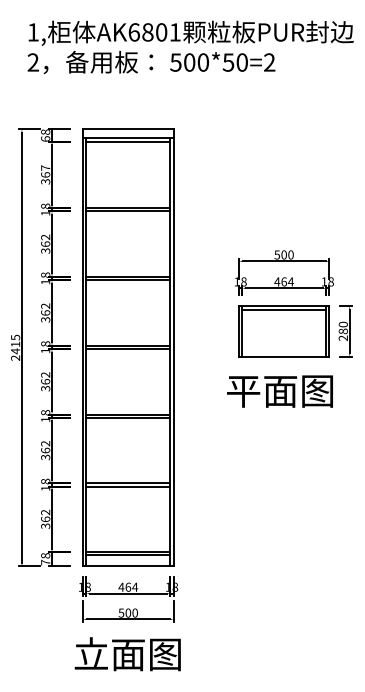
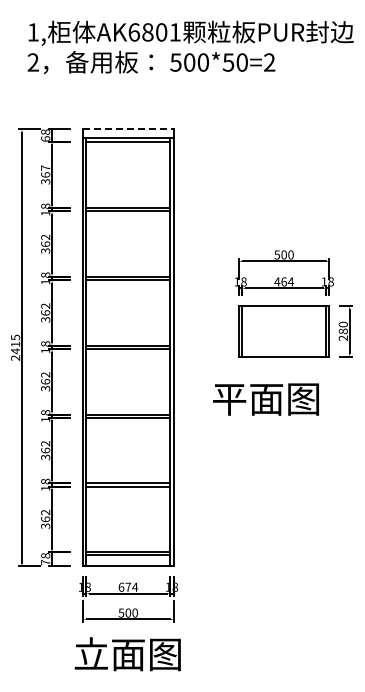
line at (128, 129): solid -> dashed
line at (284, 309): present -> none
text at (279, 391) position: (279, 391) -> (265, 399)
text at (124, 586): 464 -> 674
